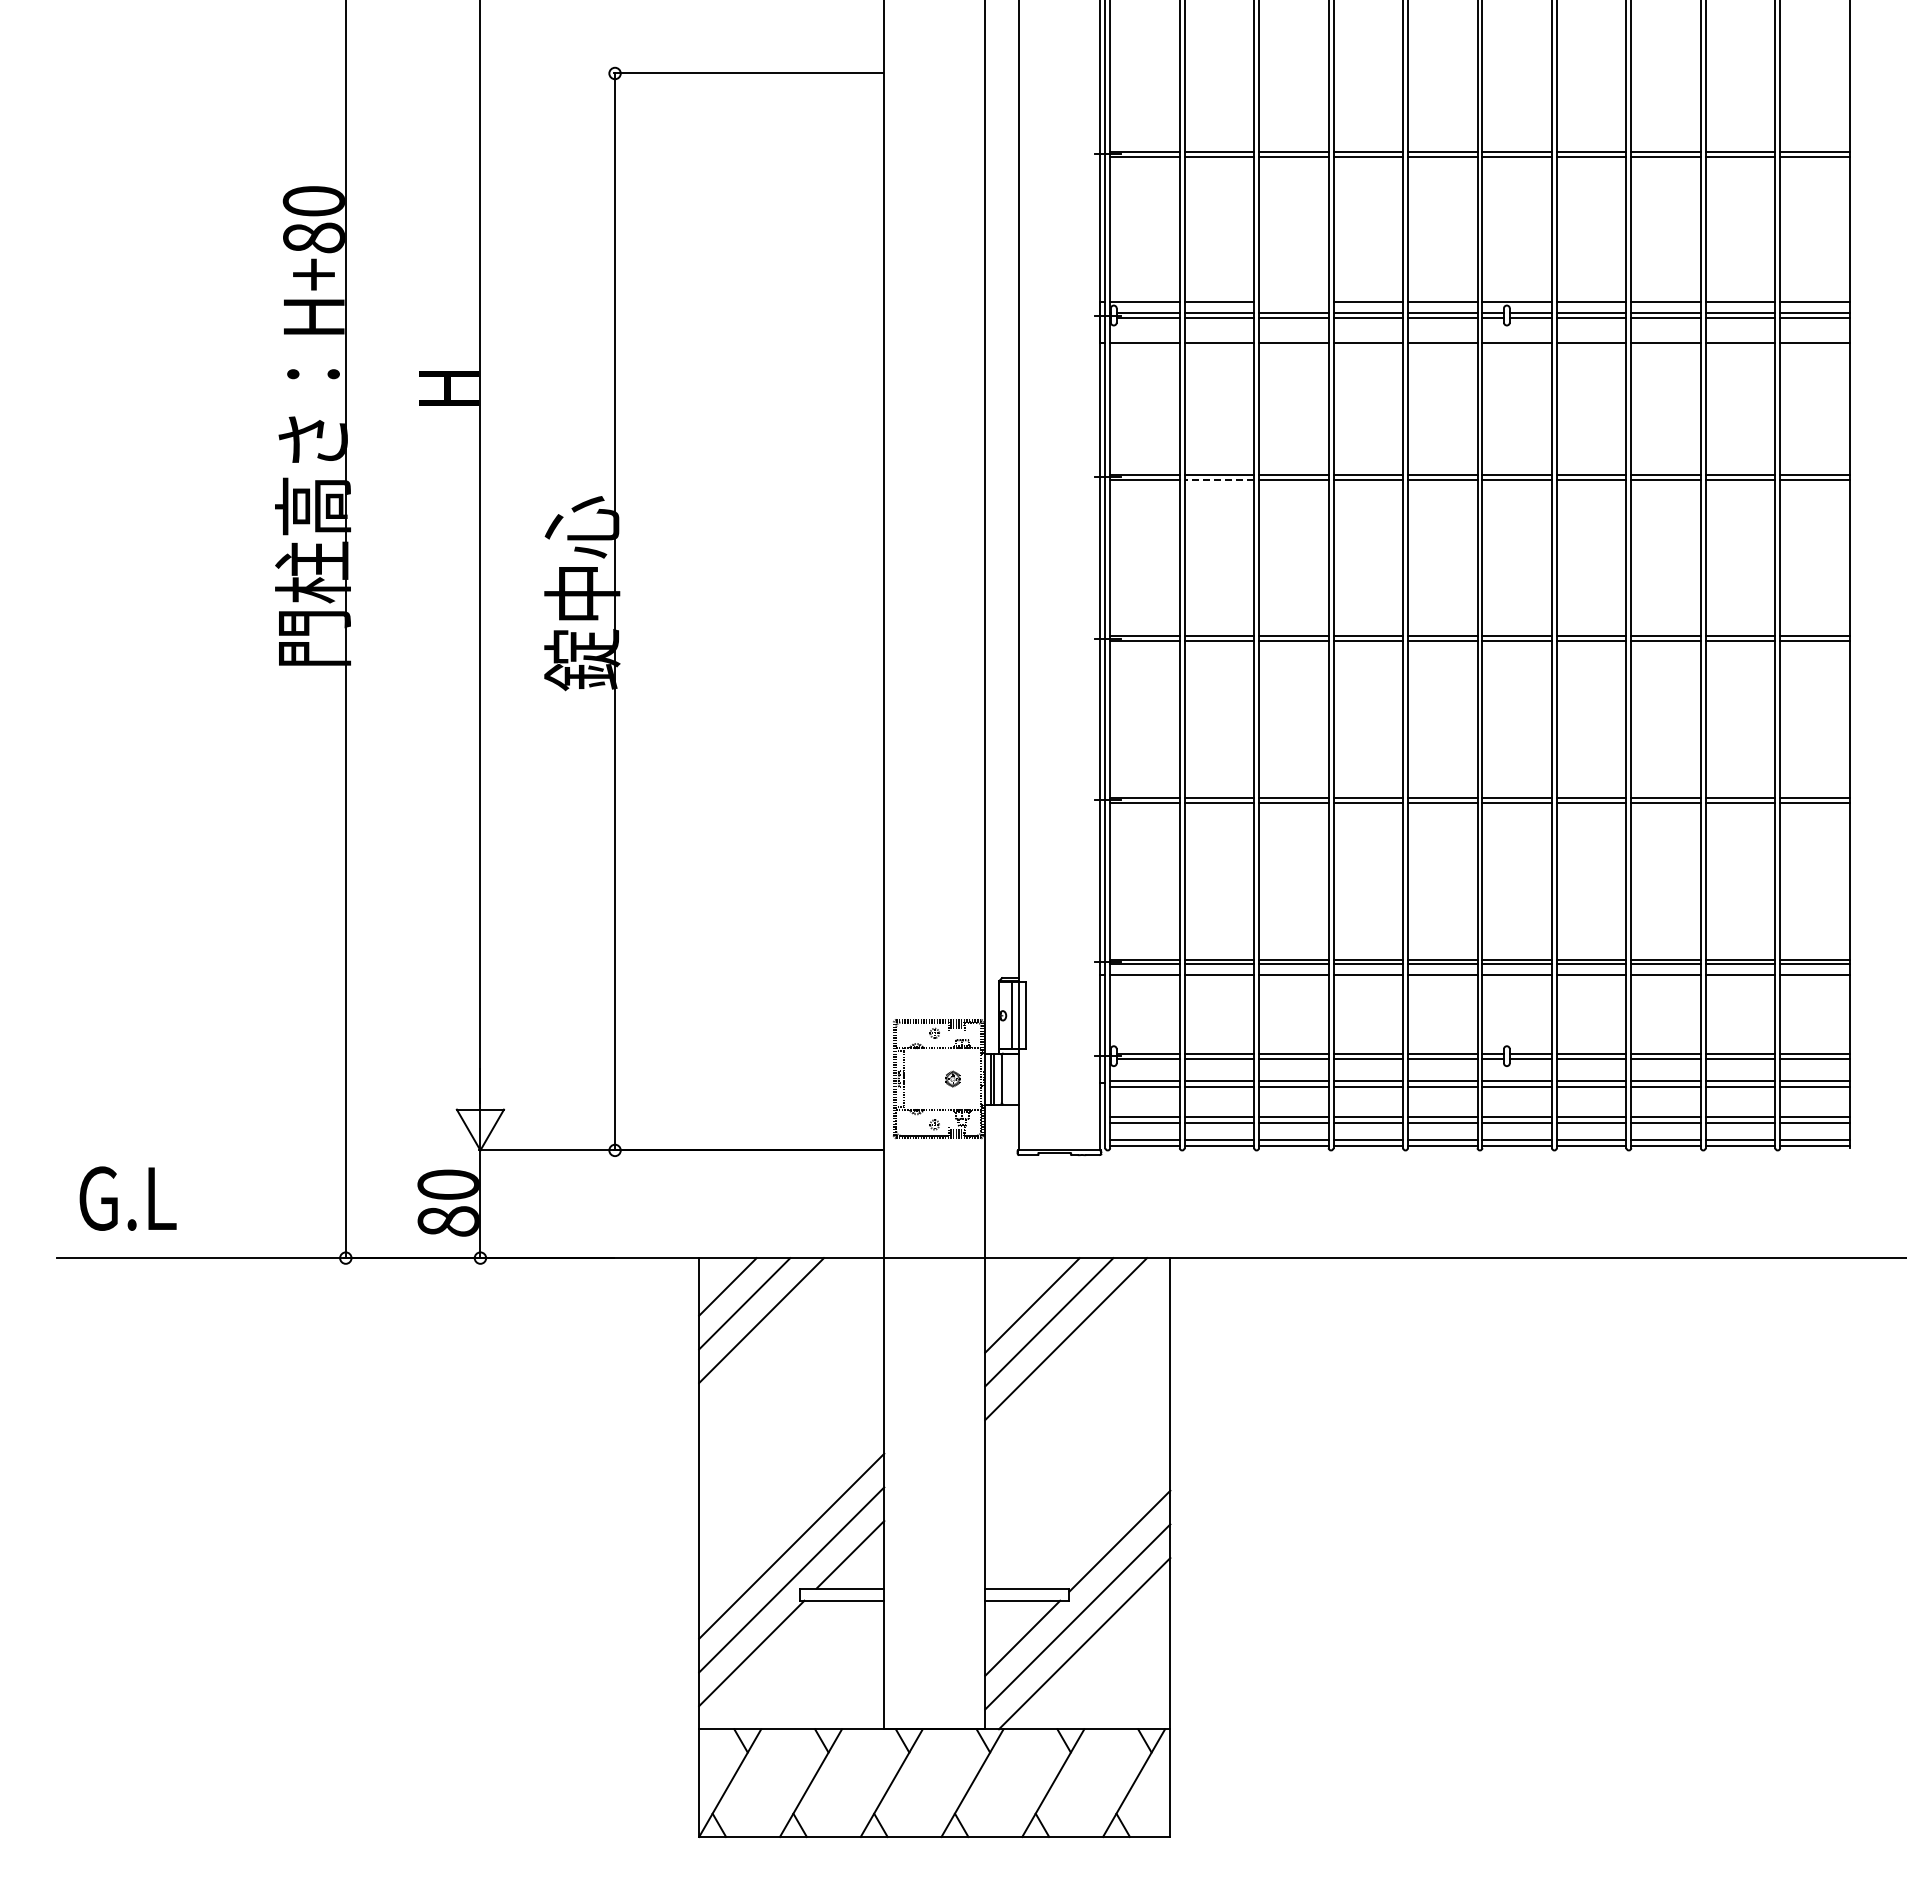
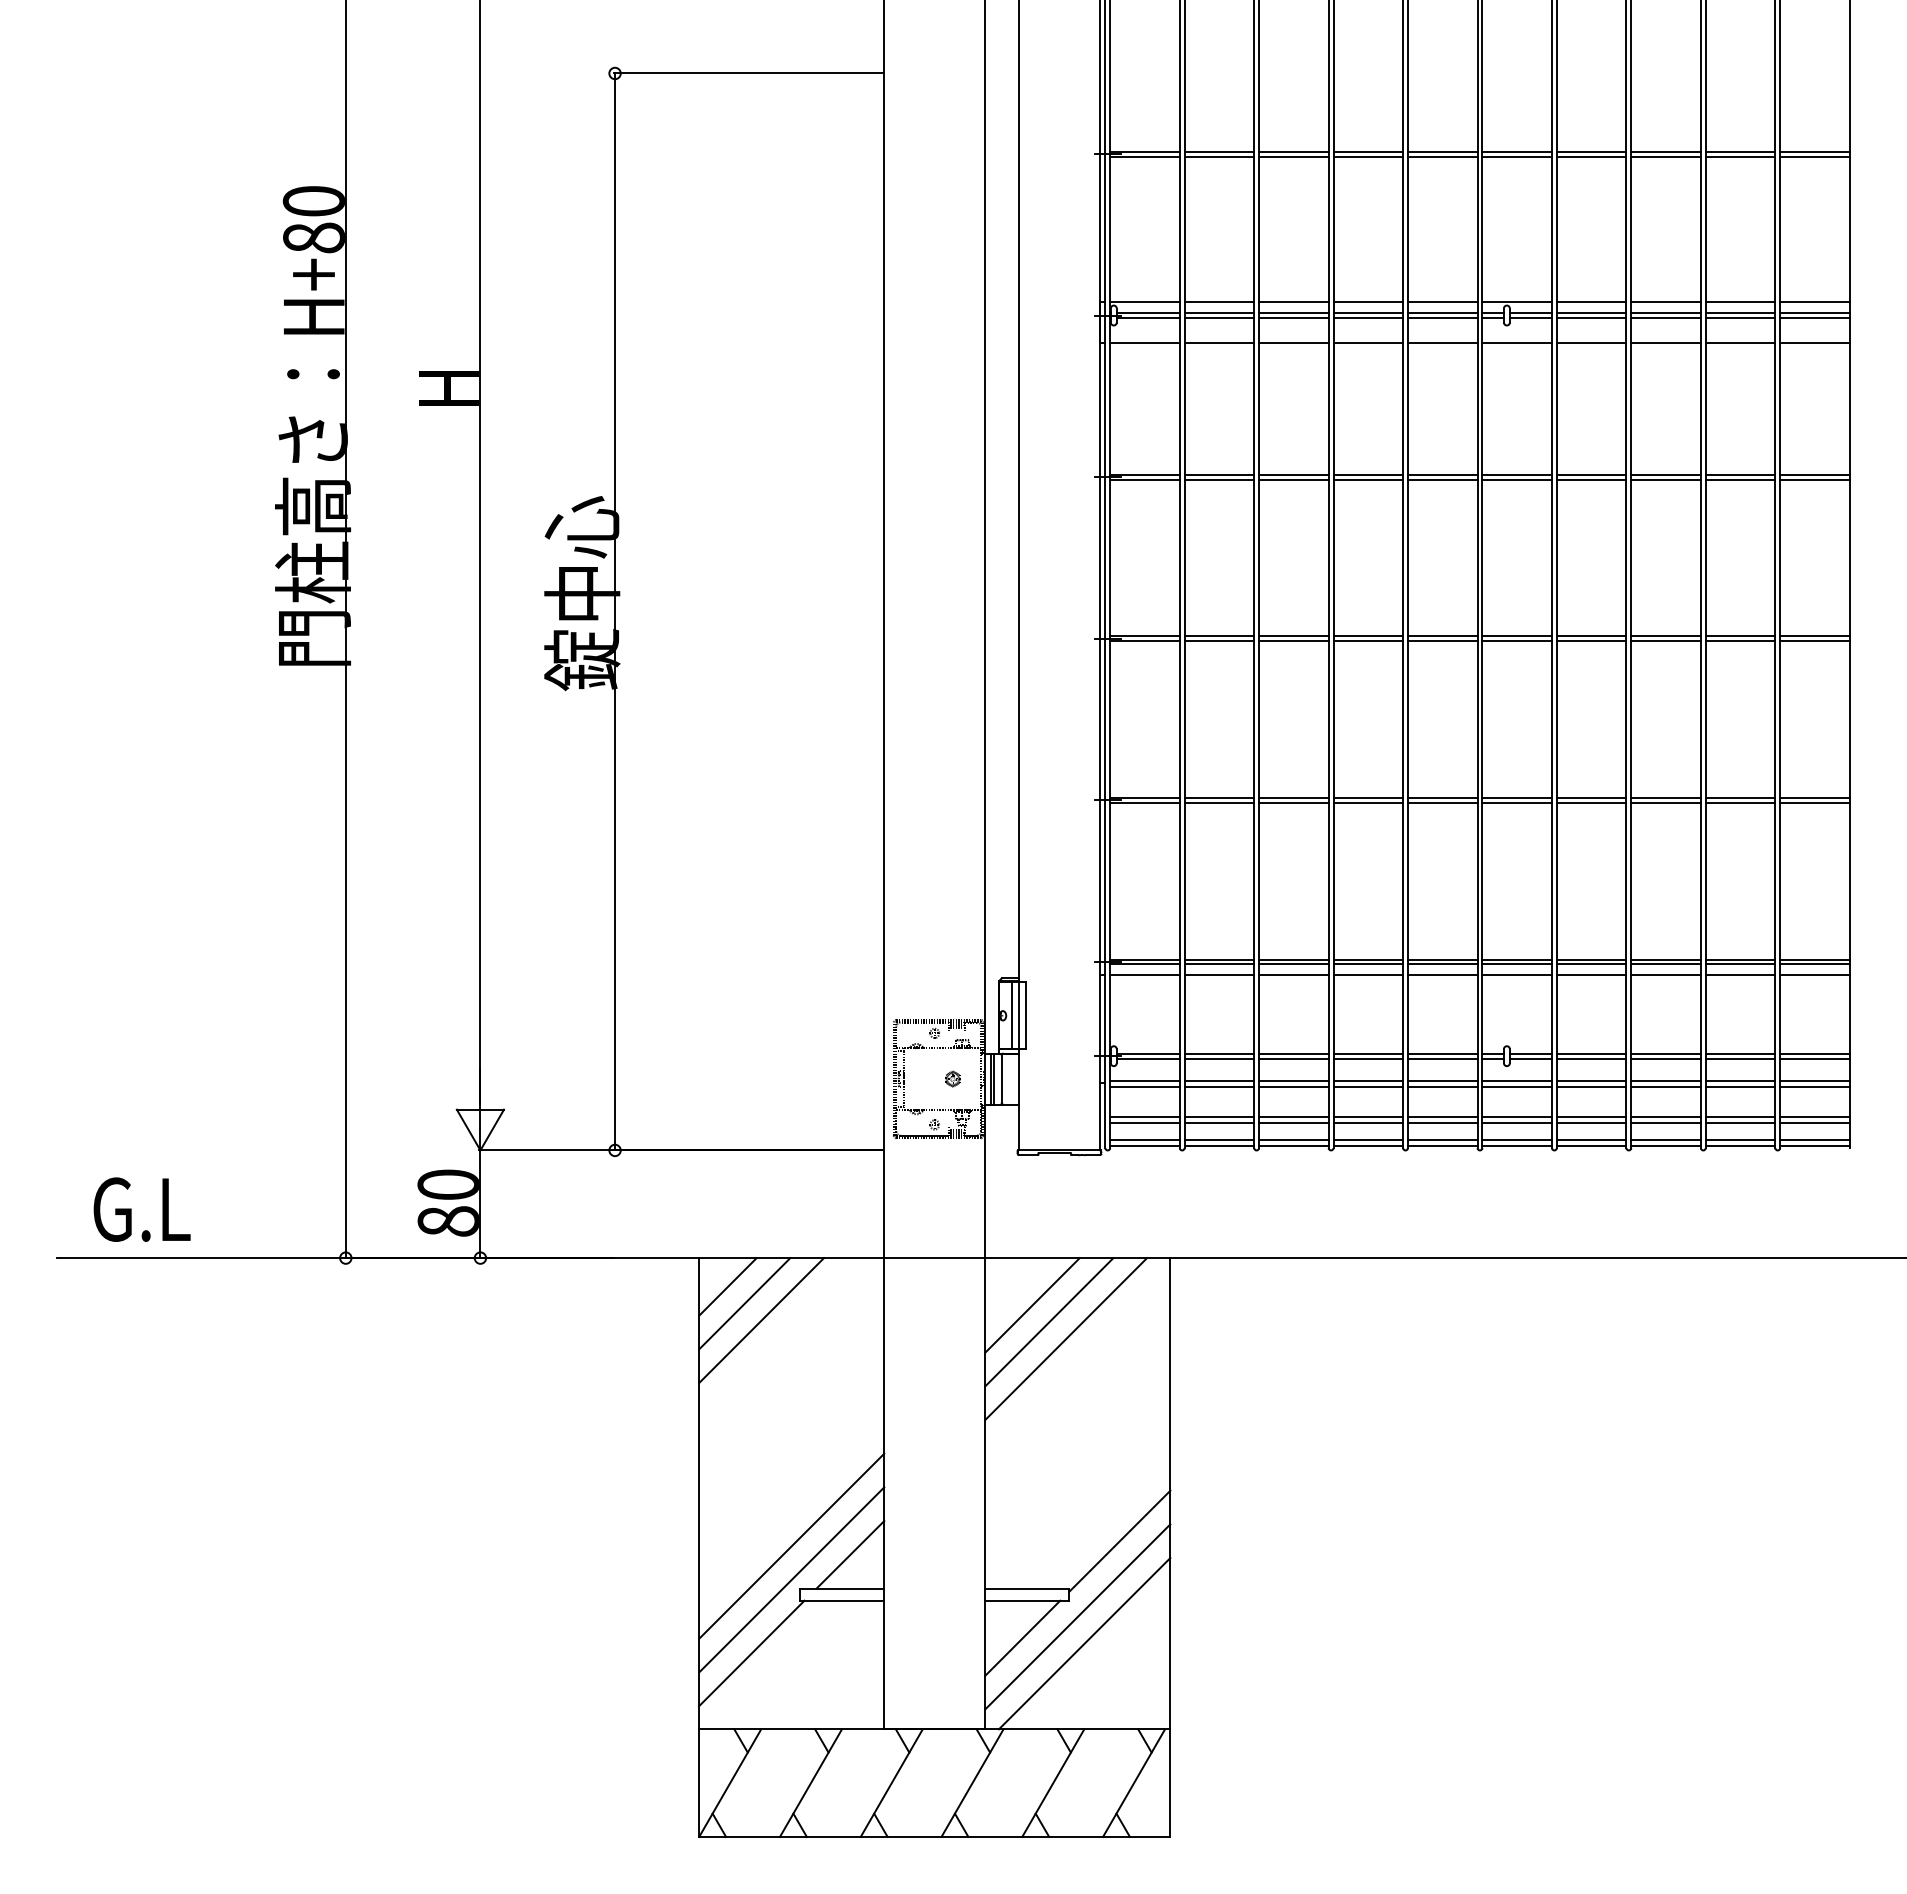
line at (1293, 302): none -> present
line at (1219, 479): dashed -> solid
text at (127, 1198) position: (127, 1198) -> (141, 1209)
